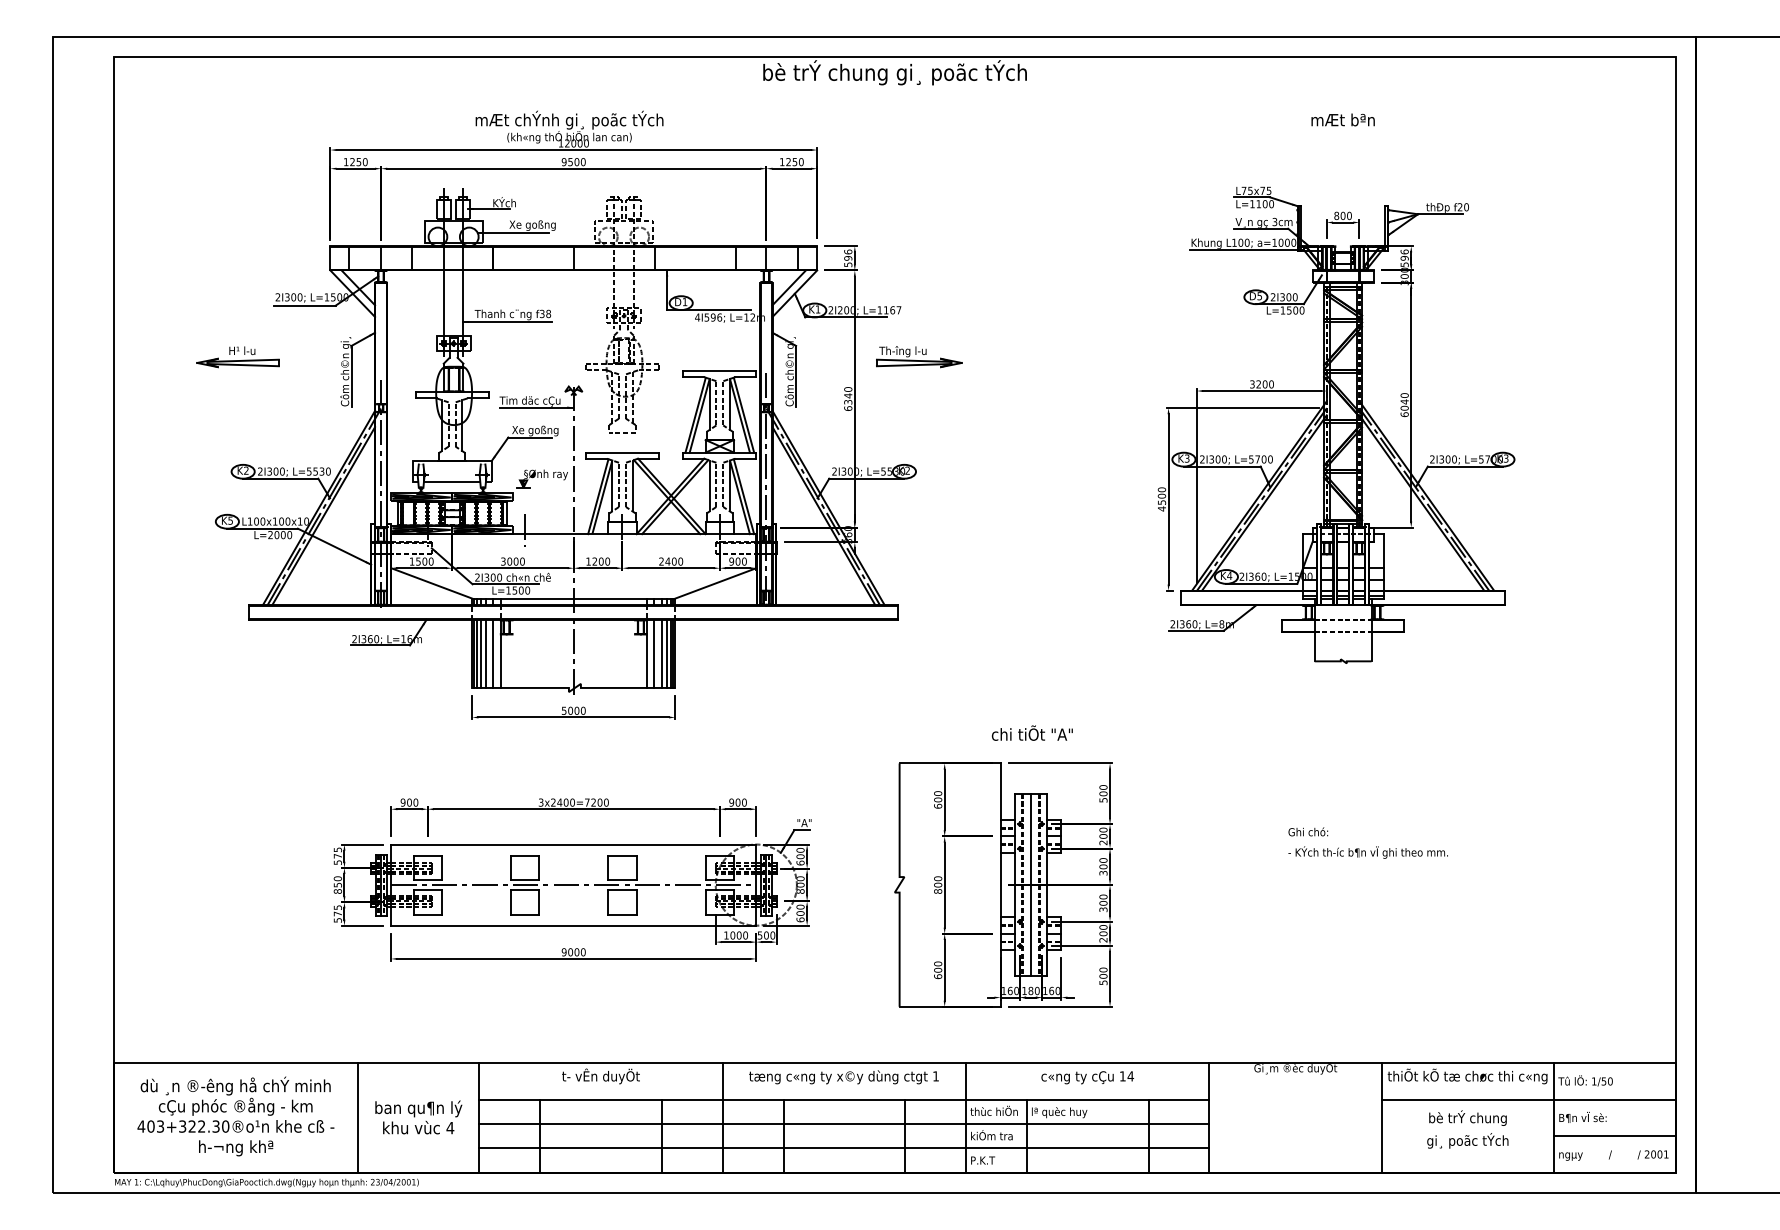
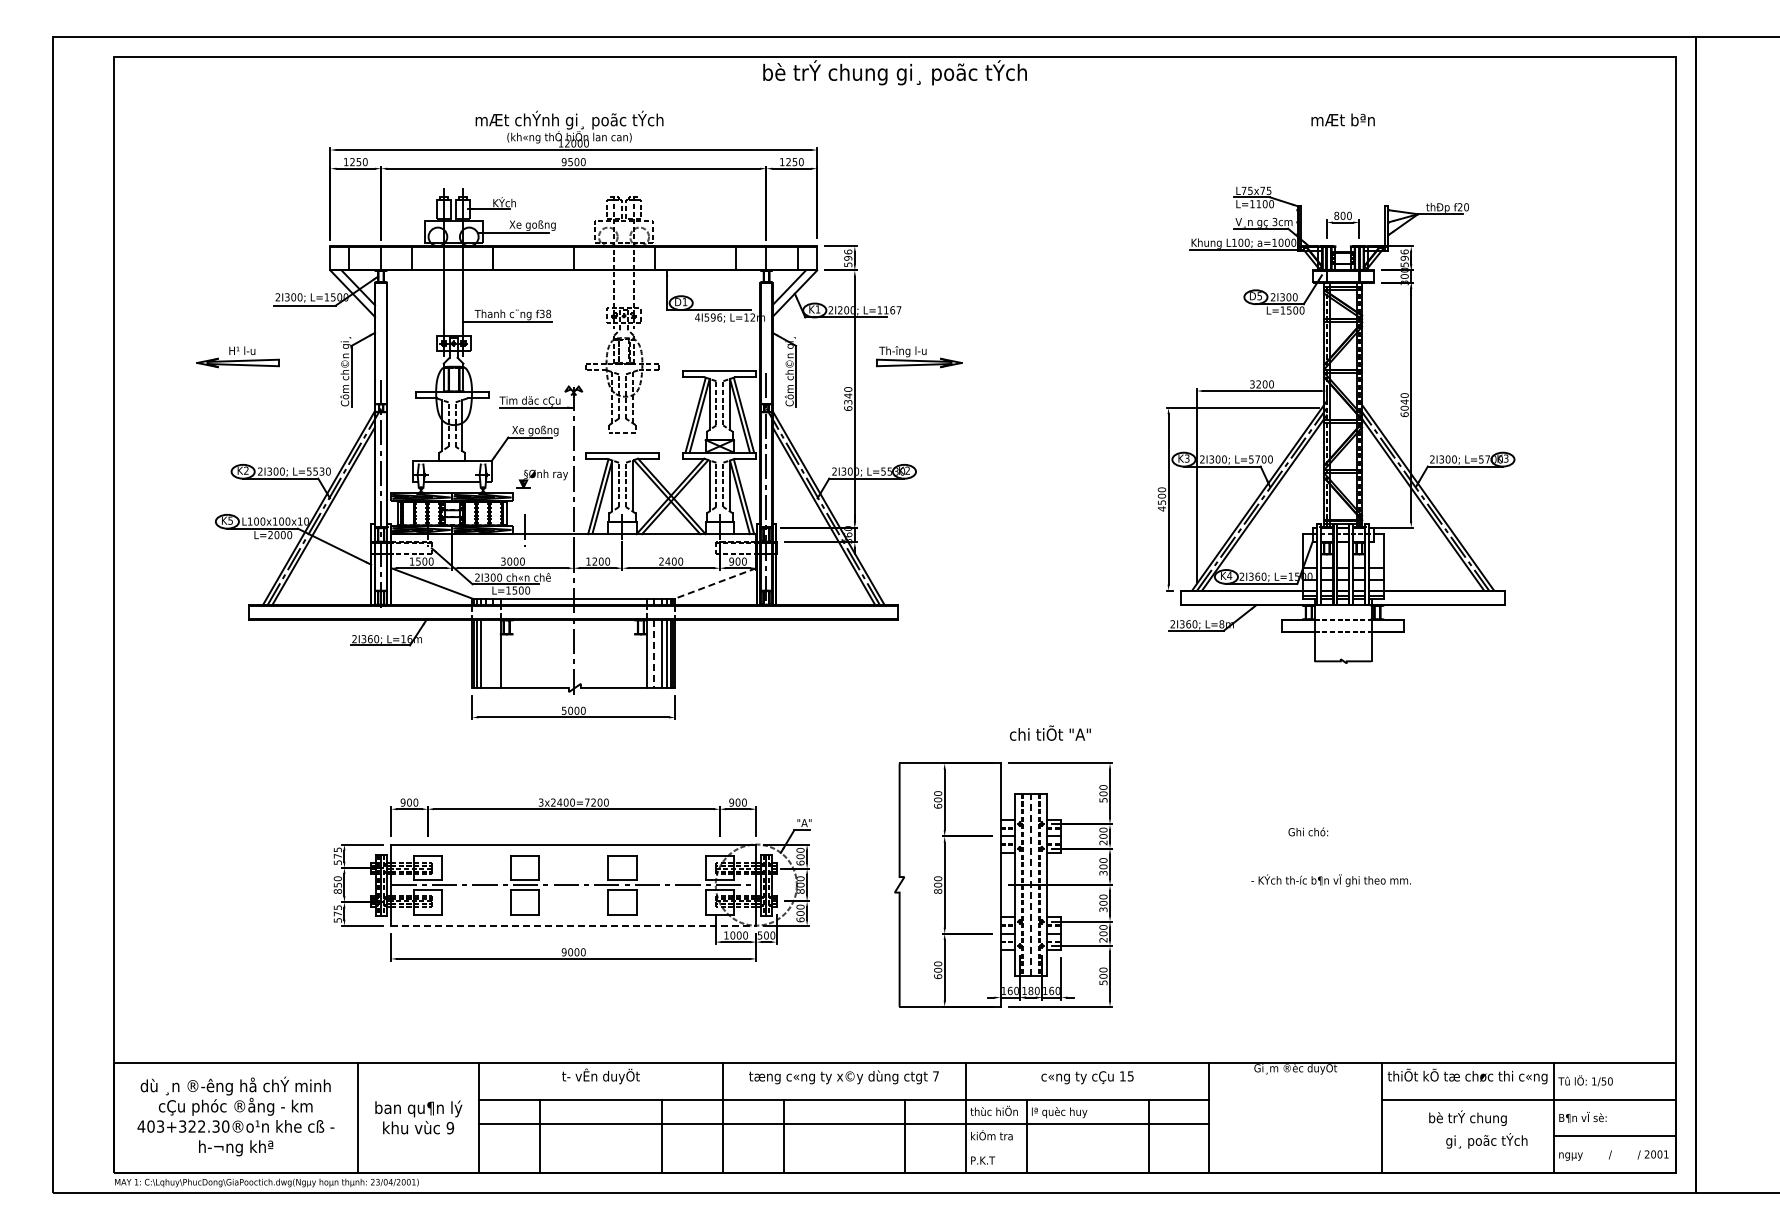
line at (715, 583): solid -> dashed
line at (485, 653): present -> none
line at (493, 653): present -> none
line at (654, 654): solid -> dashed
text at (1031, 732) position: (1031, 732) -> (1049, 732)
text at (1367, 852) position: (1367, 852) -> (1330, 880)
line at (1030, 884): solid -> dashed
line at (573, 925): solid -> dashed
text at (935, 1076): 1 -> 7
text at (1130, 1076): 14 -> 15
text at (450, 1127): 4 -> 9
text at (1467, 1140) position: (1467, 1140) -> (1486, 1140)
line at (844, 1148): present -> none
